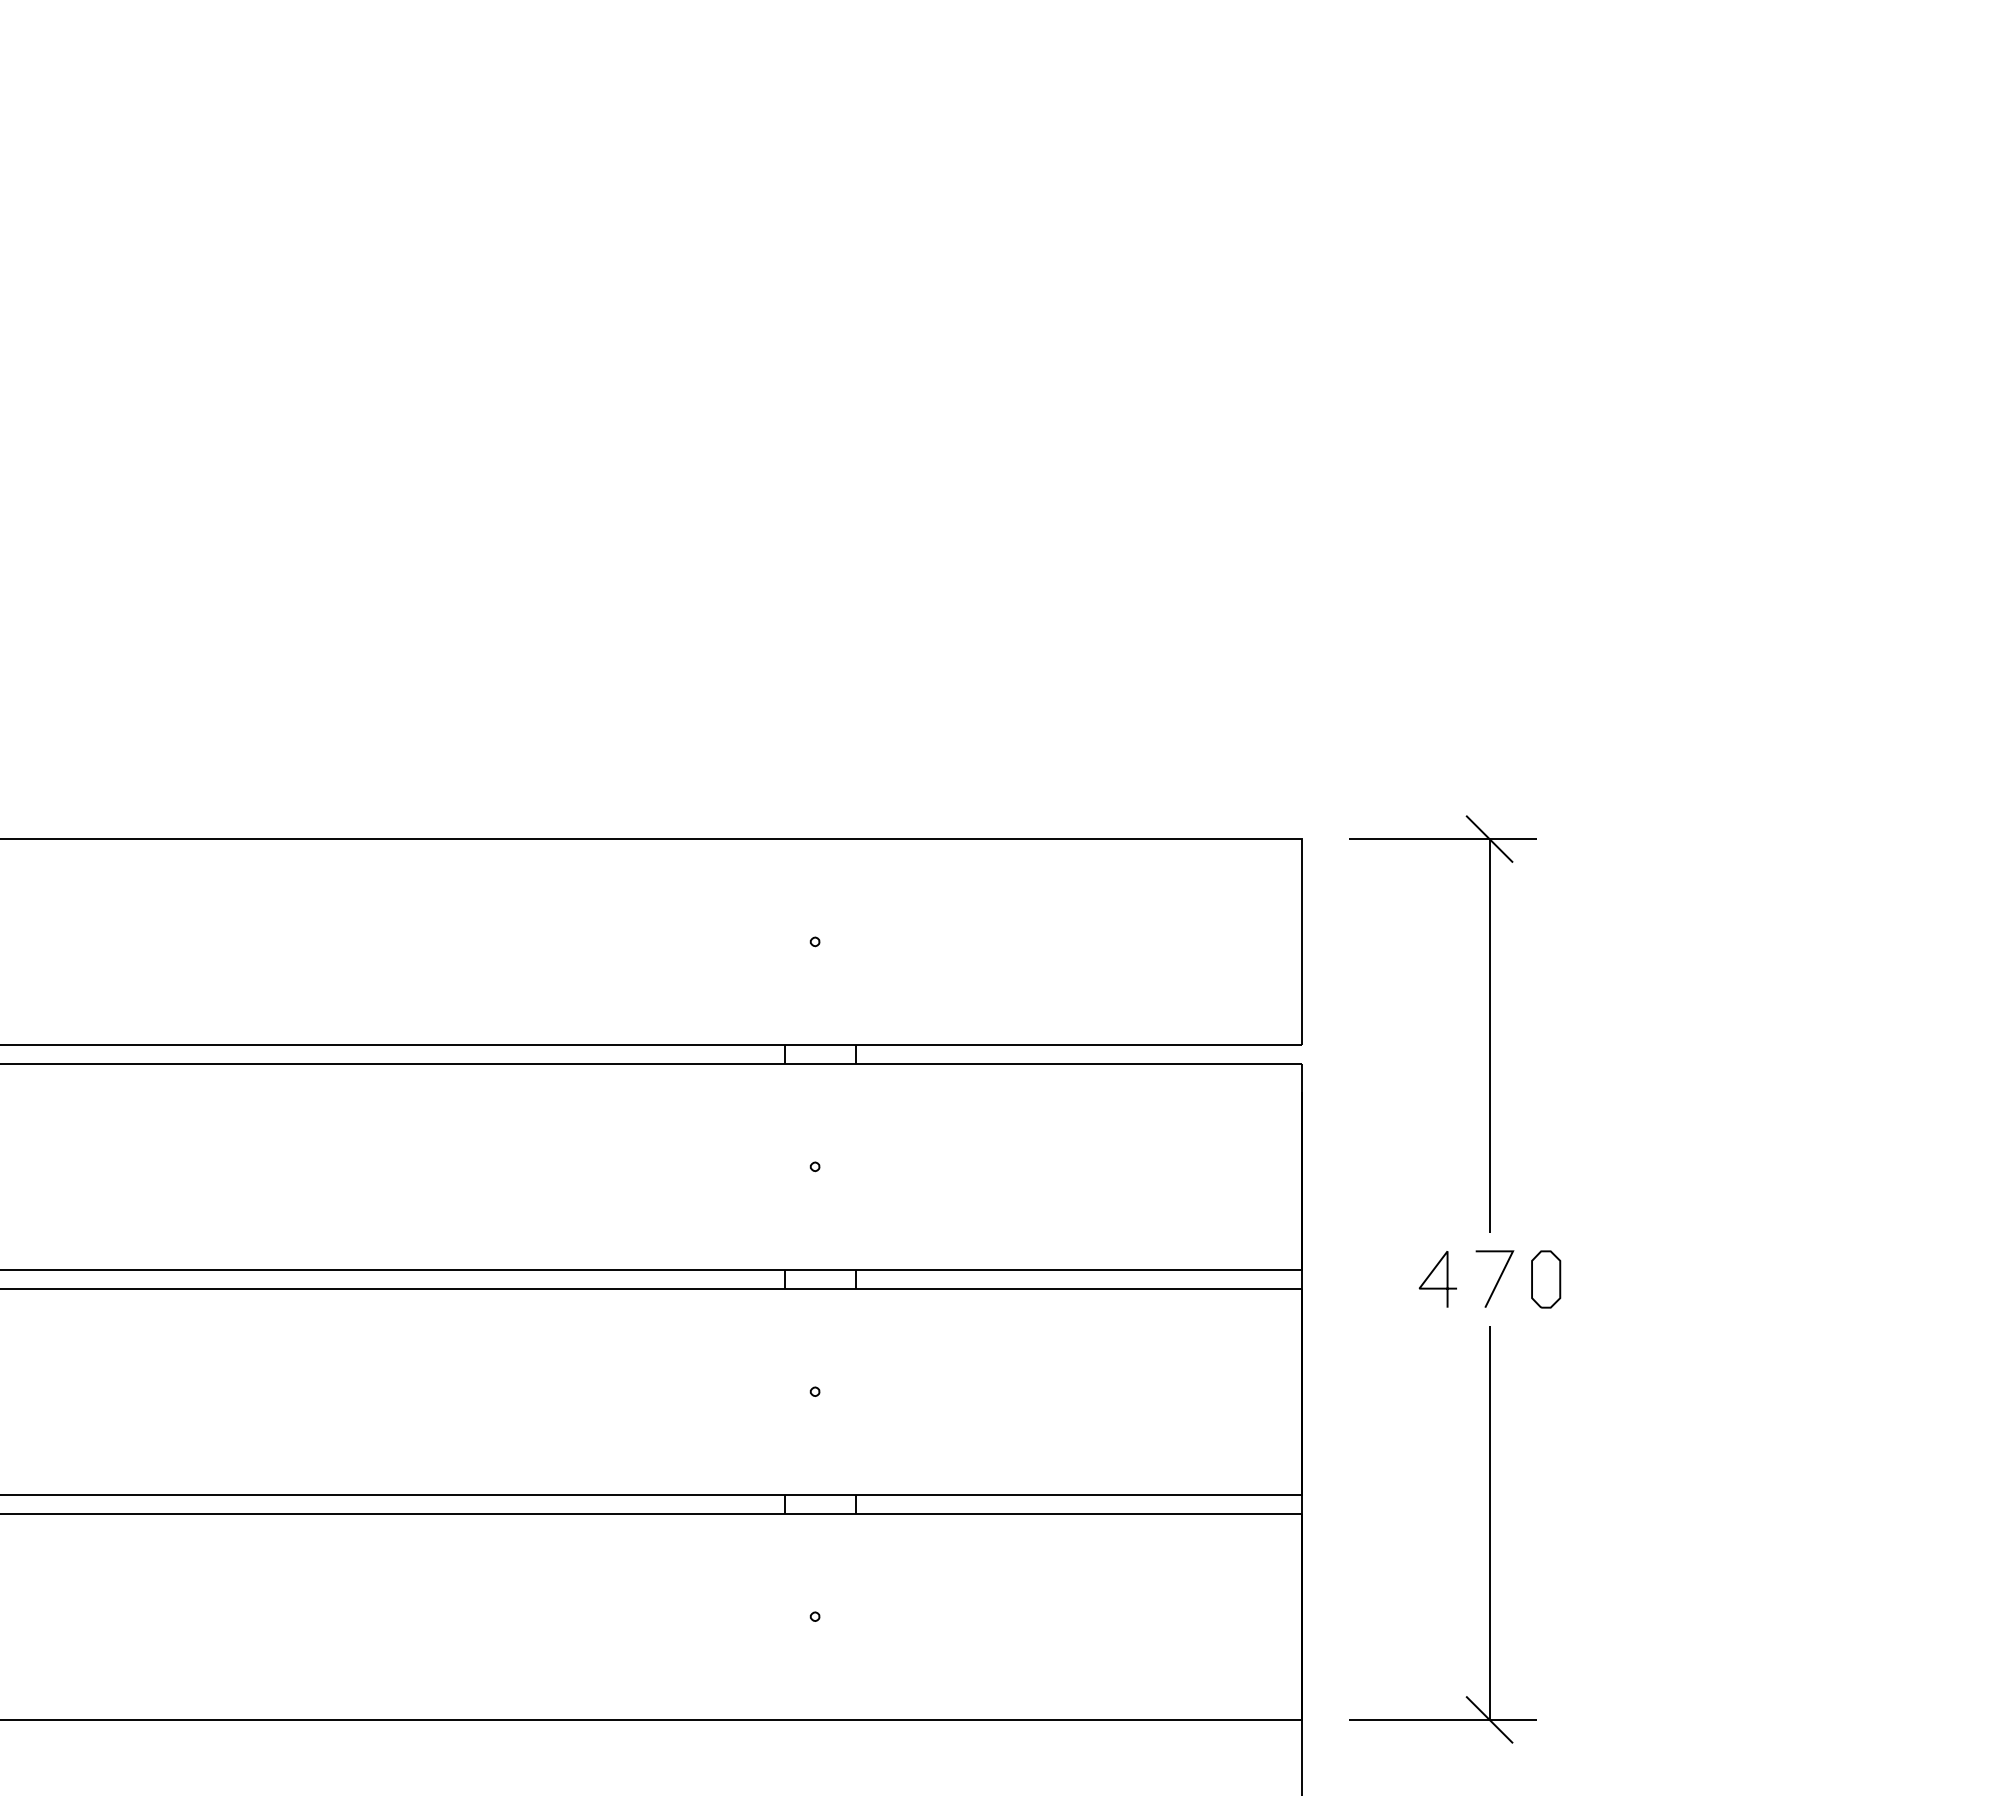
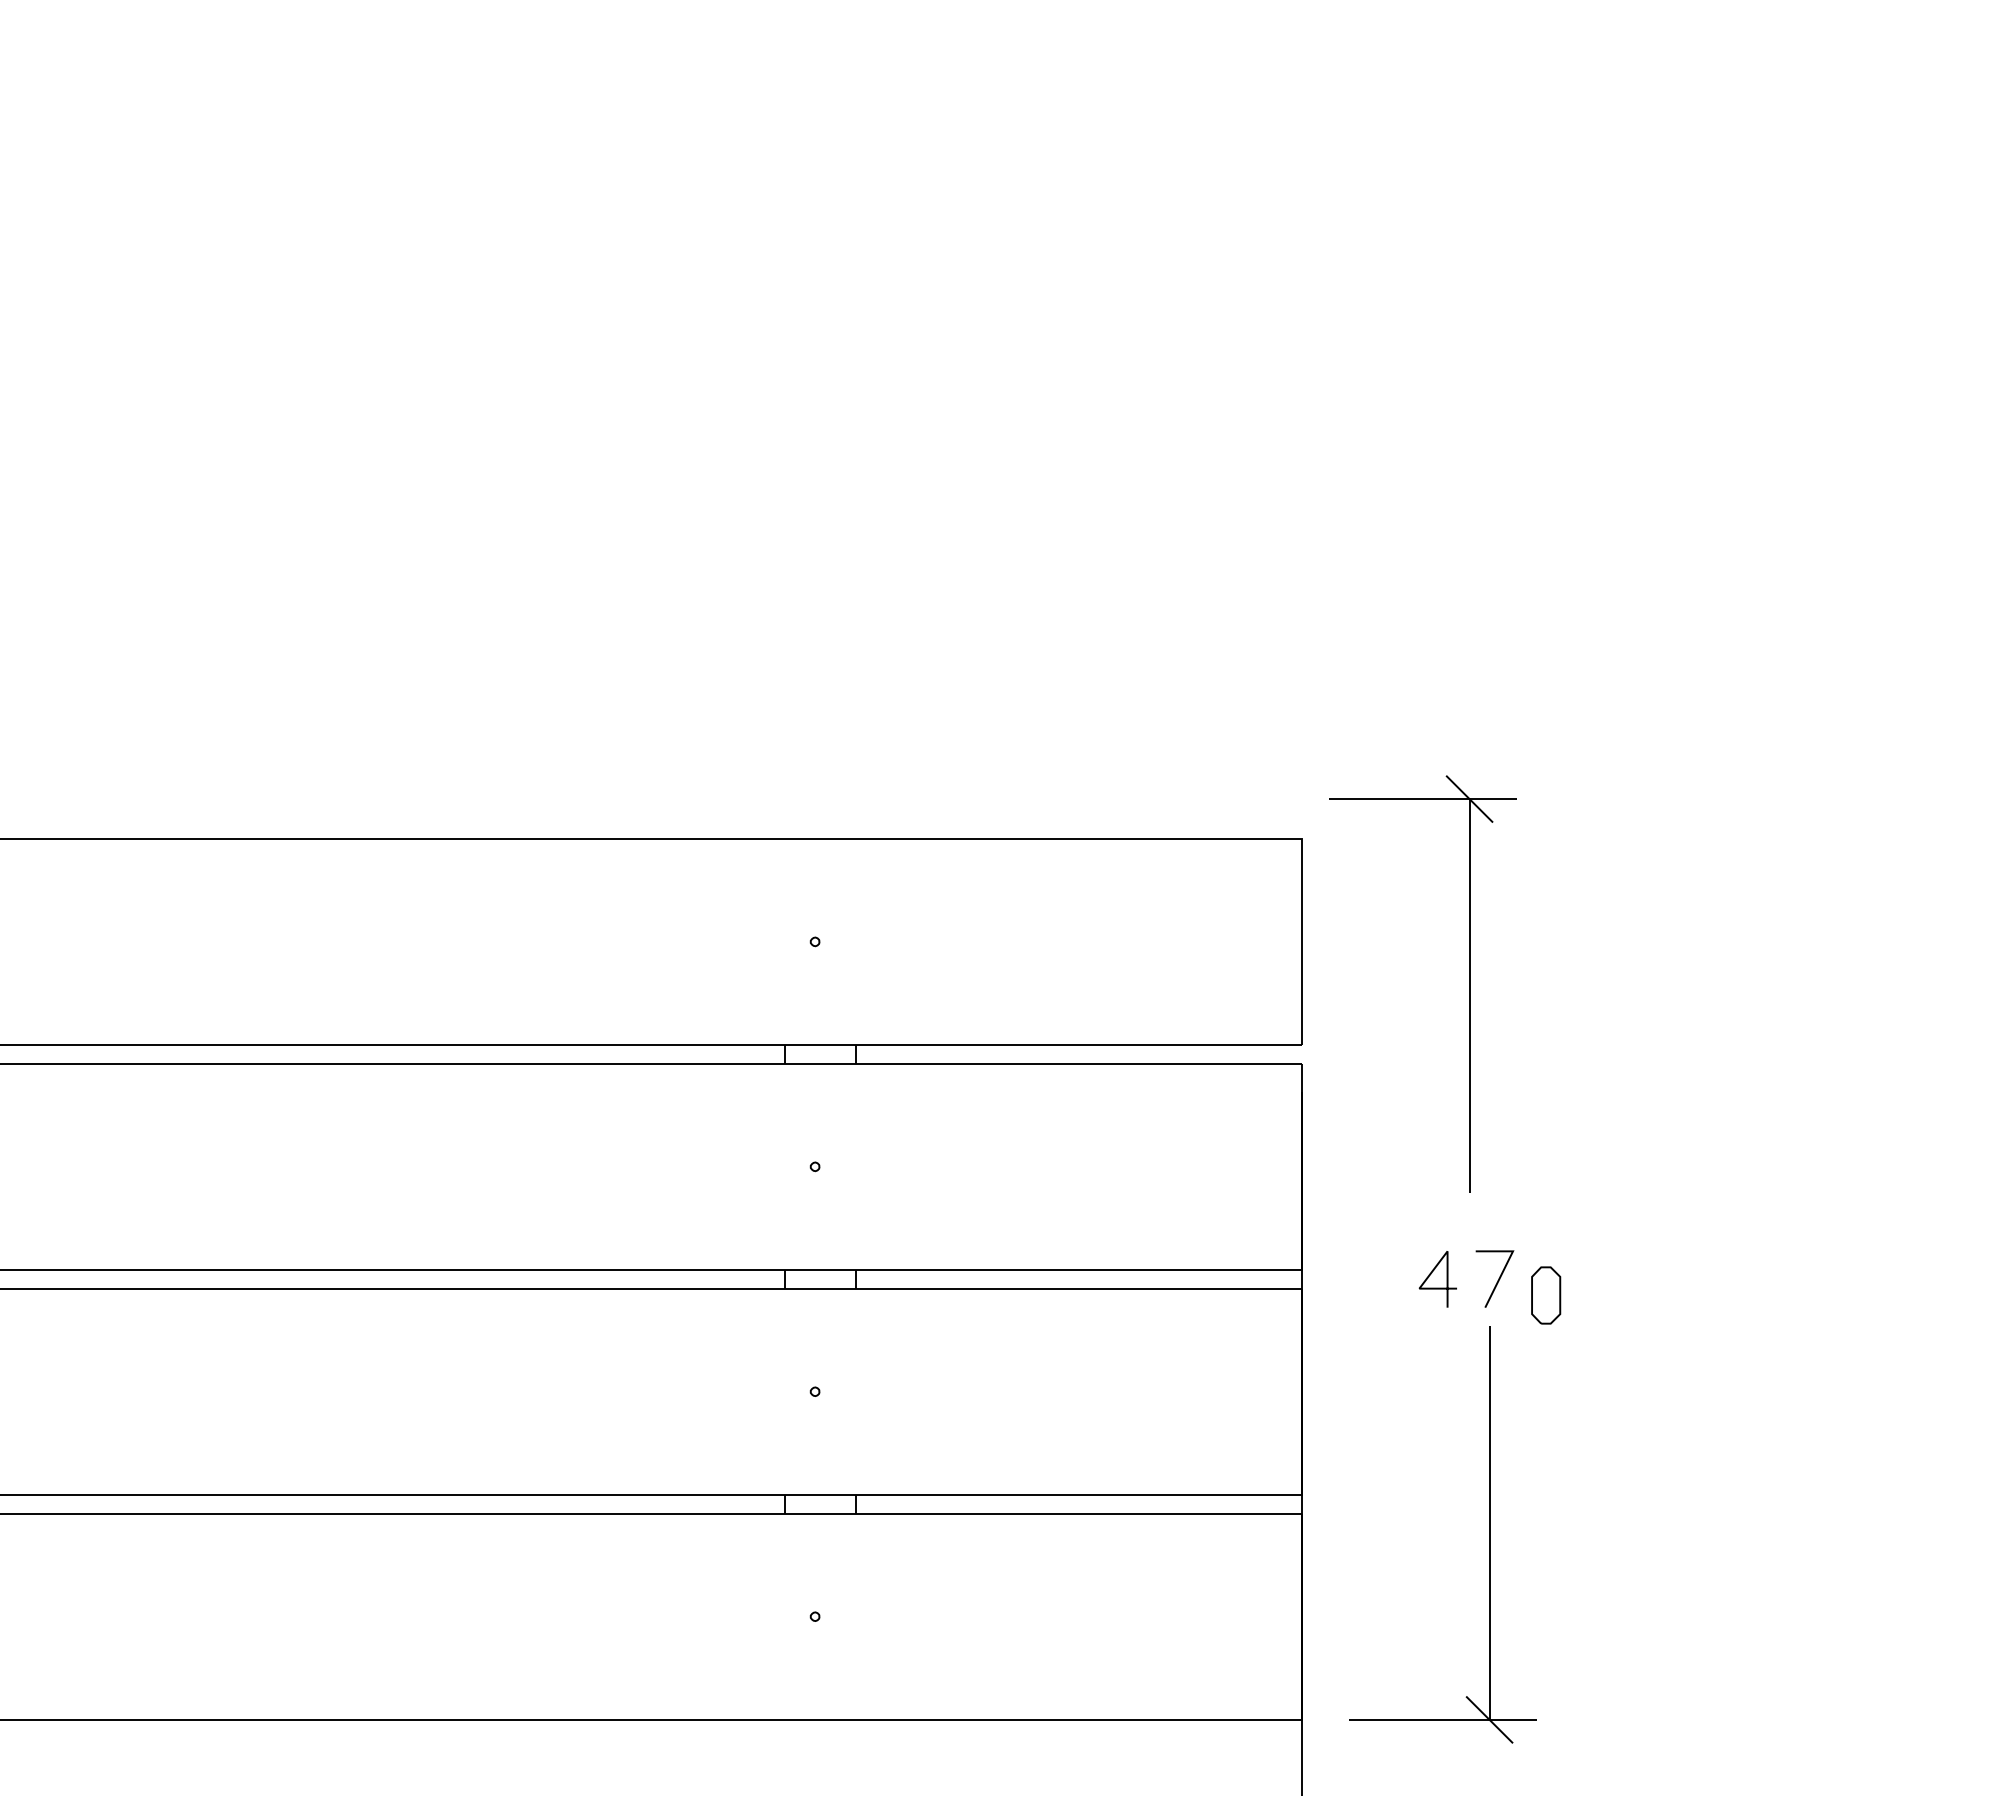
part at (1489, 1023) position: (1489, 1023) -> (1469, 983)
part at (1546, 1279) position: (1546, 1279) -> (1546, 1295)
